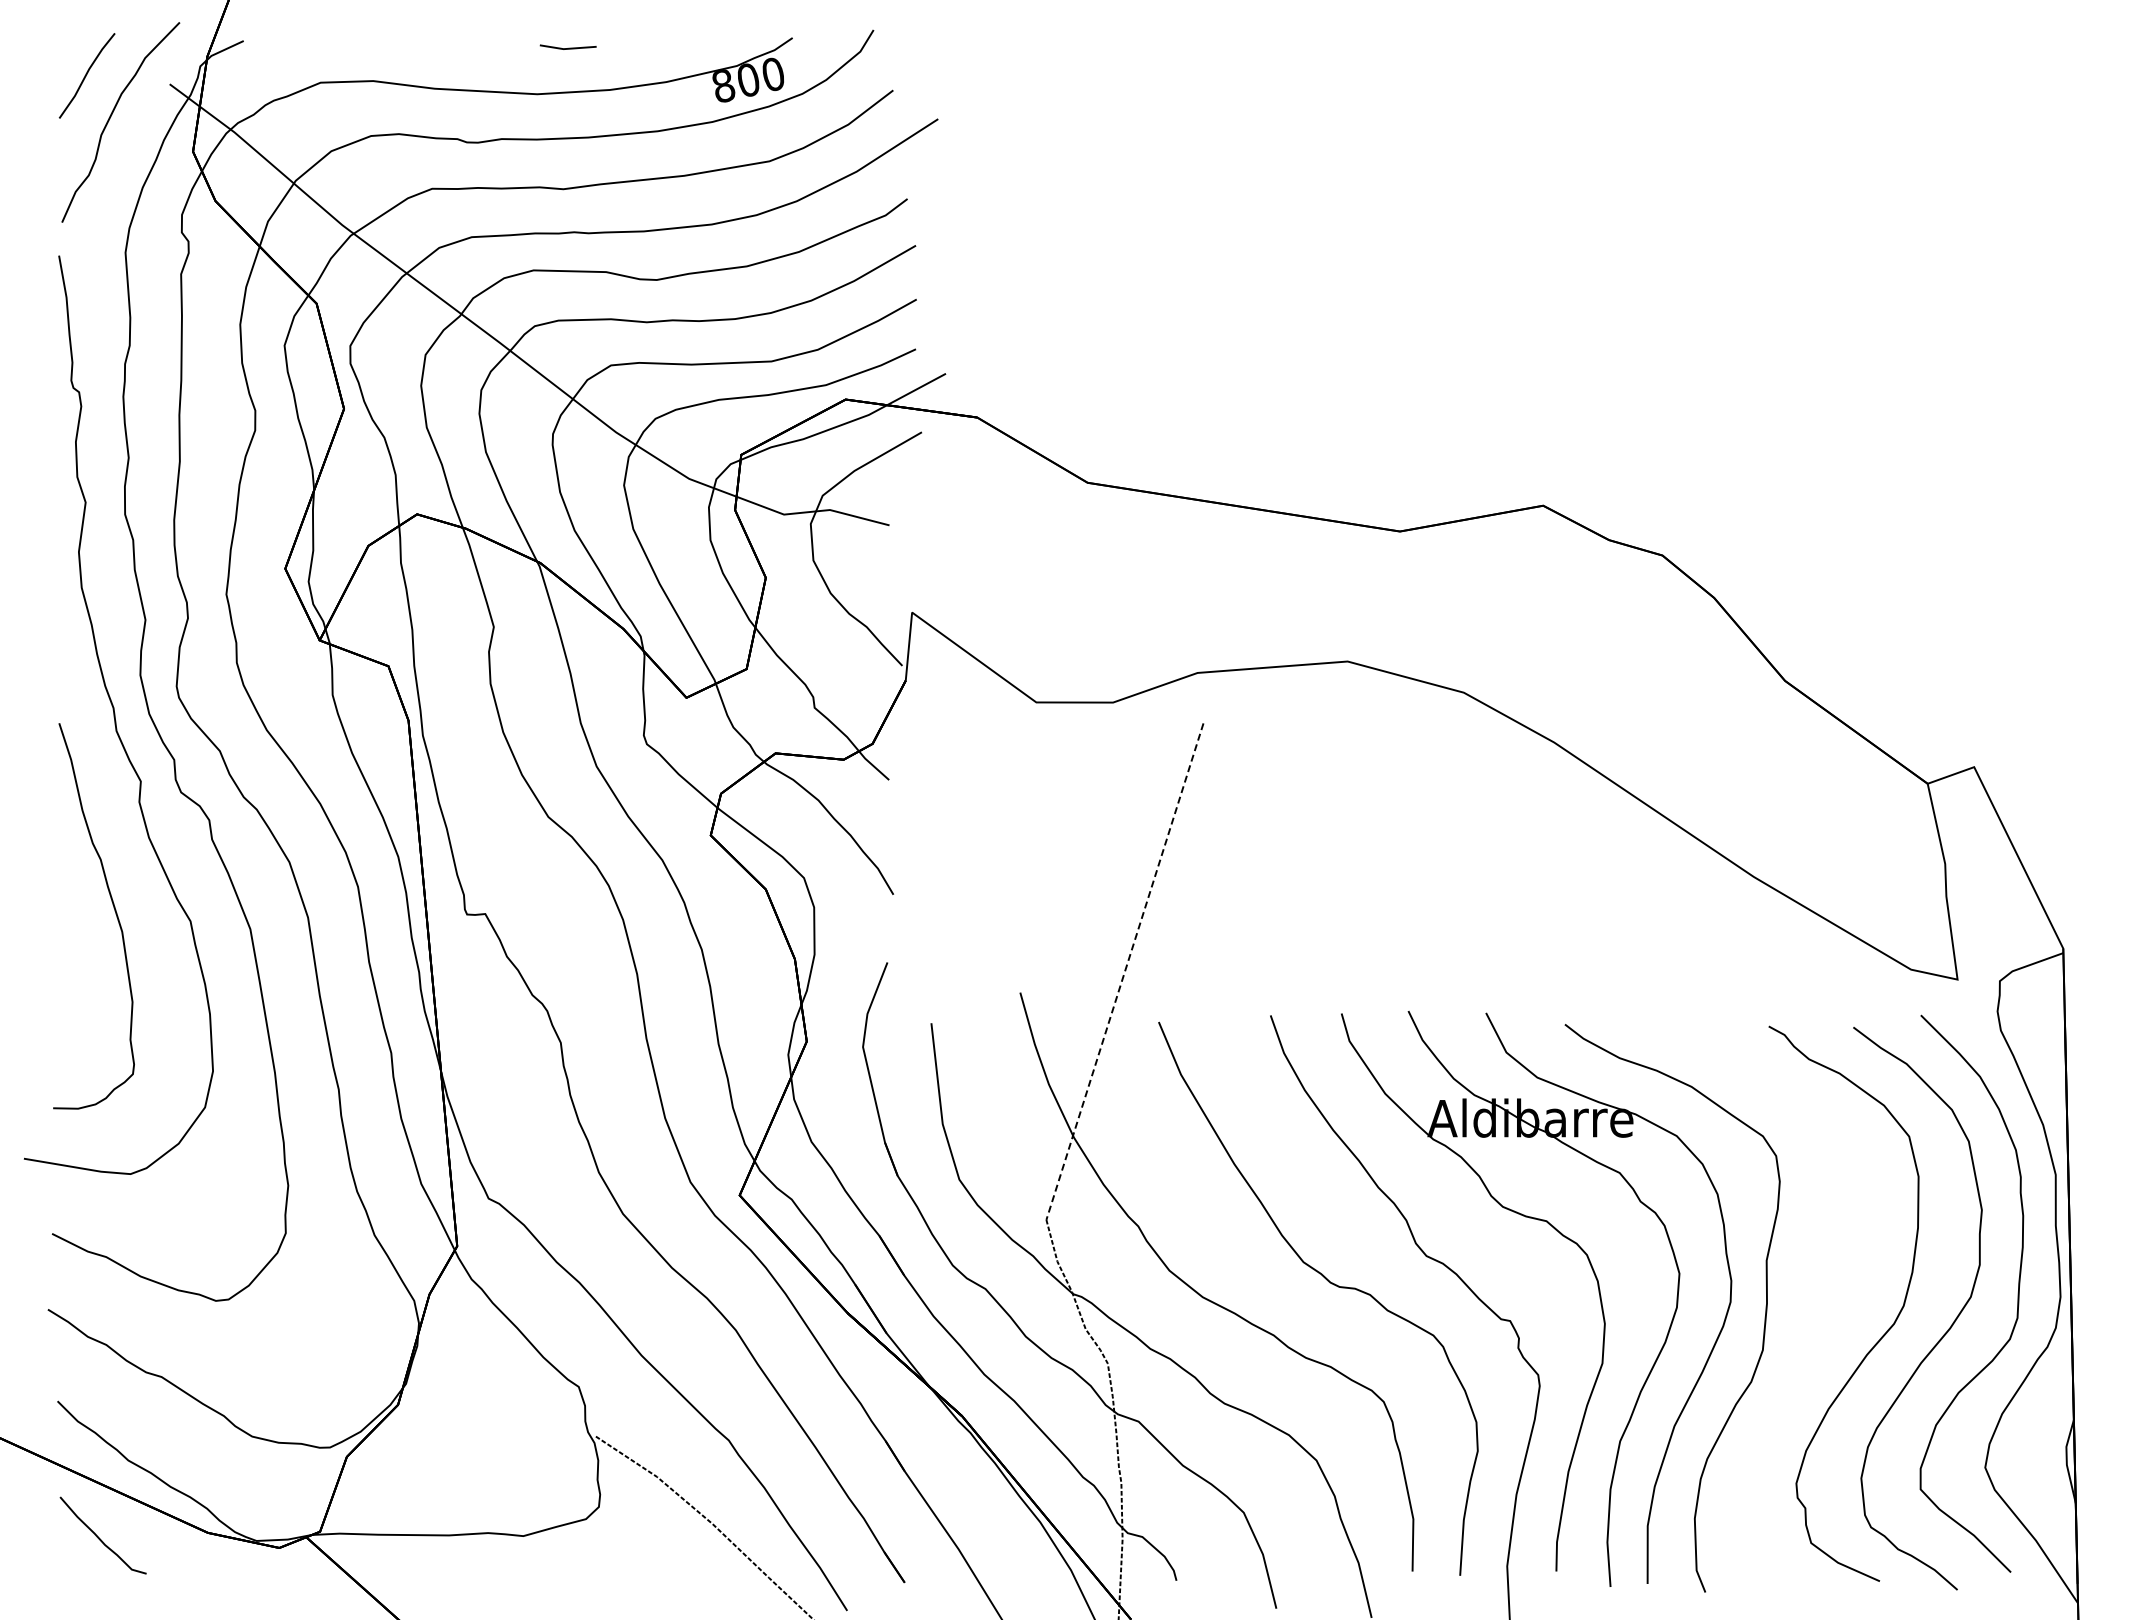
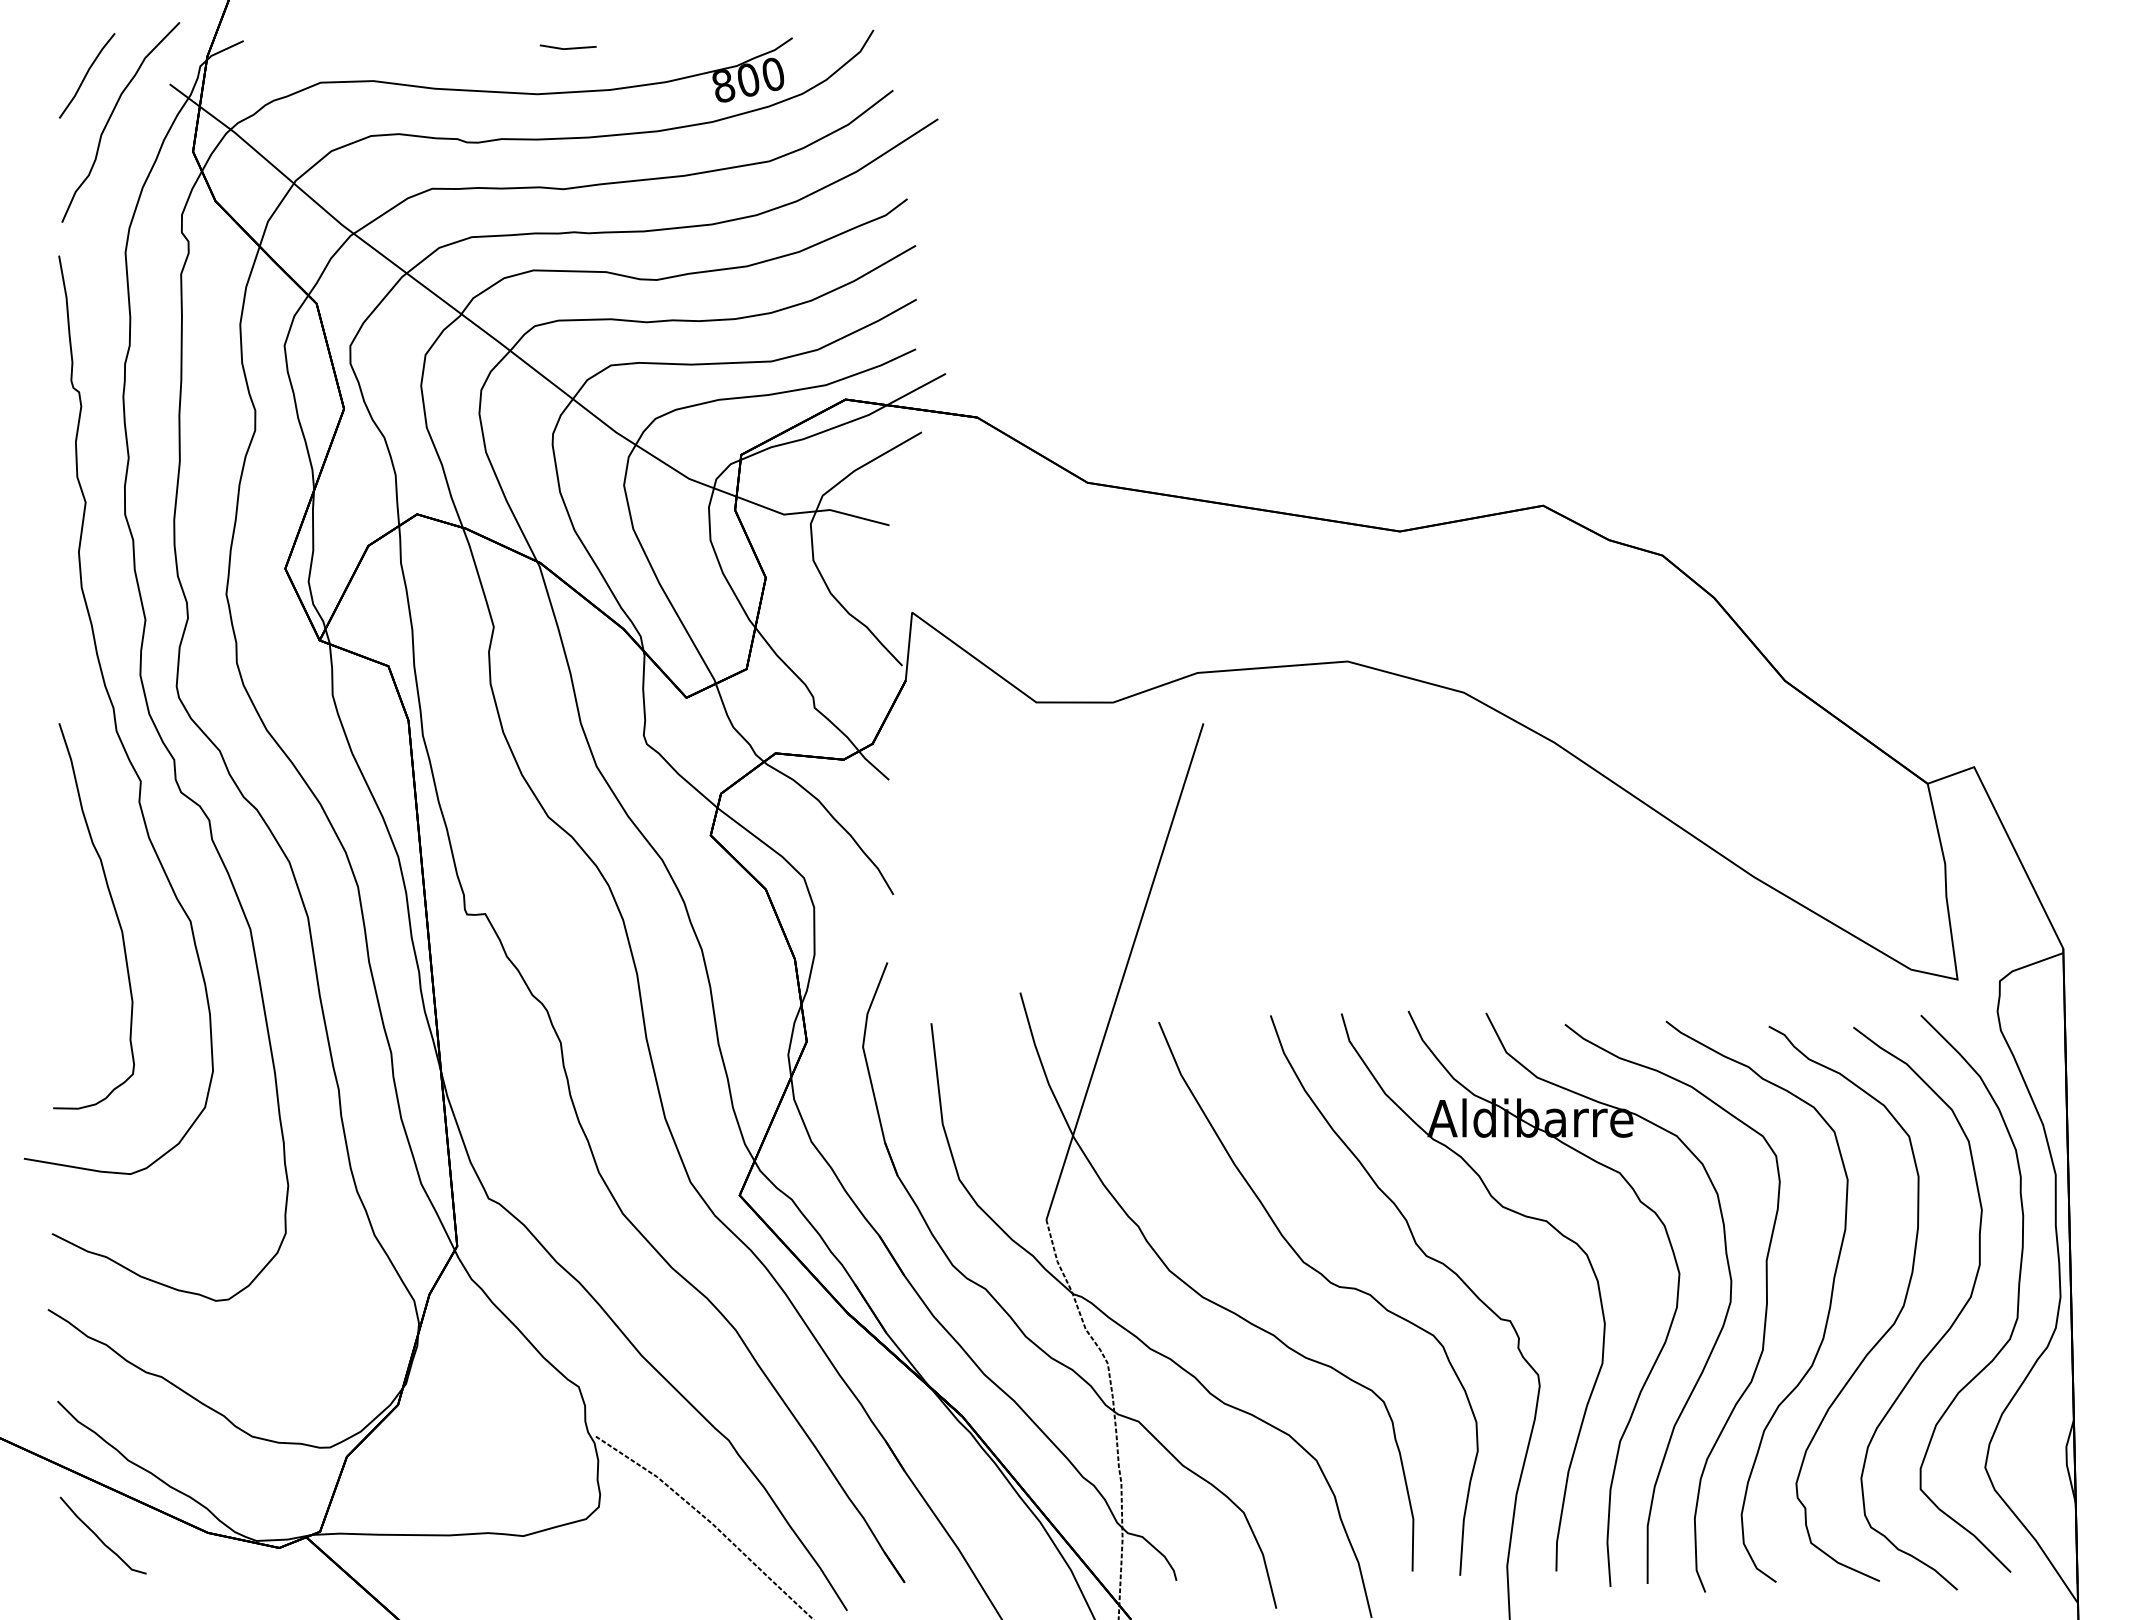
line at (1124, 972): dashed -> solid
part at (1827, 1313): none -> present
